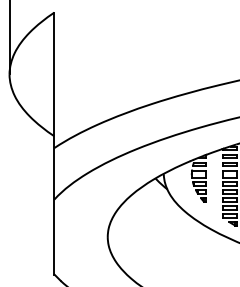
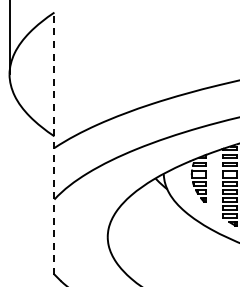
line at (54, 143): solid -> dashed
